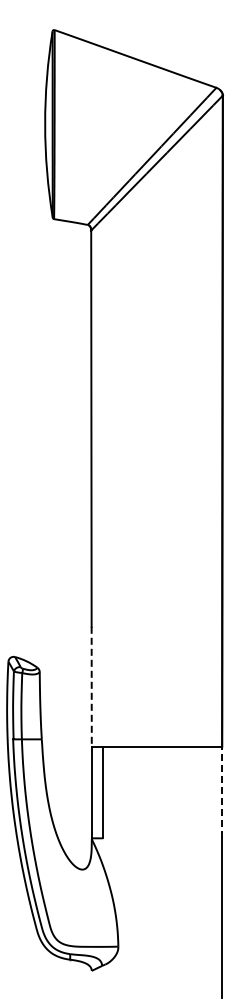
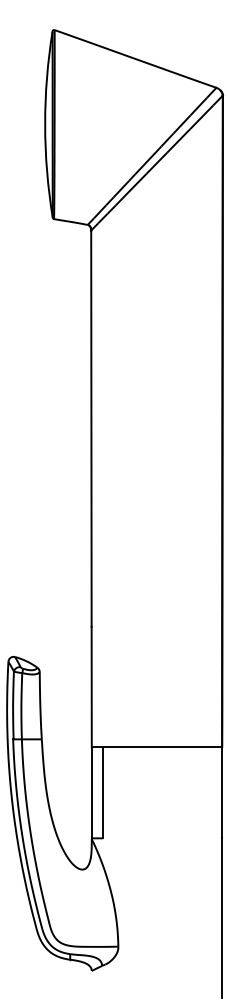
line at (91, 687): dashed -> solid
line at (222, 792): dashed -> solid
